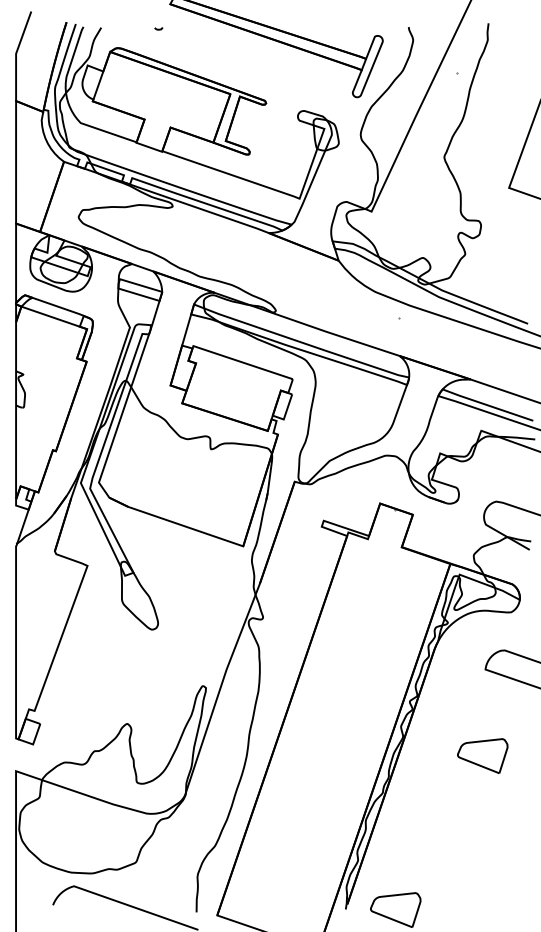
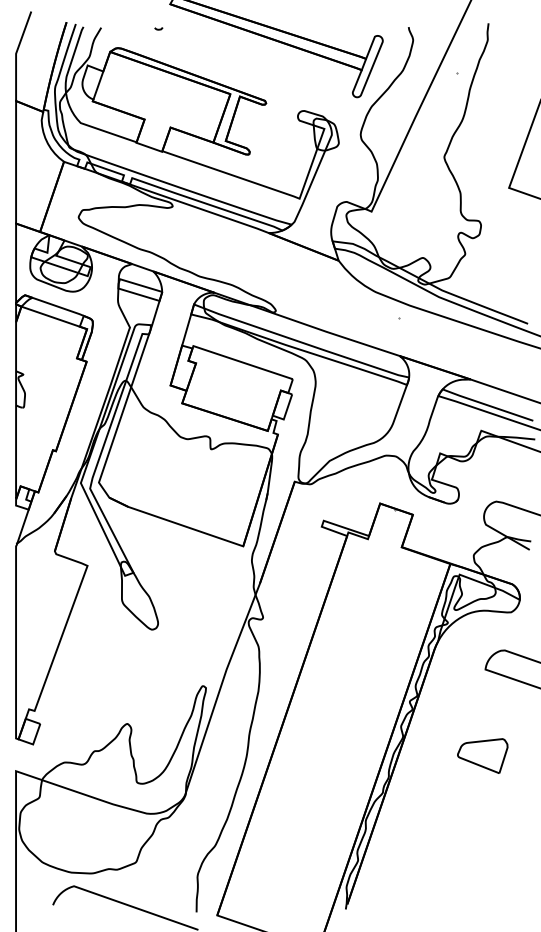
part at (395, 909): present -> none
